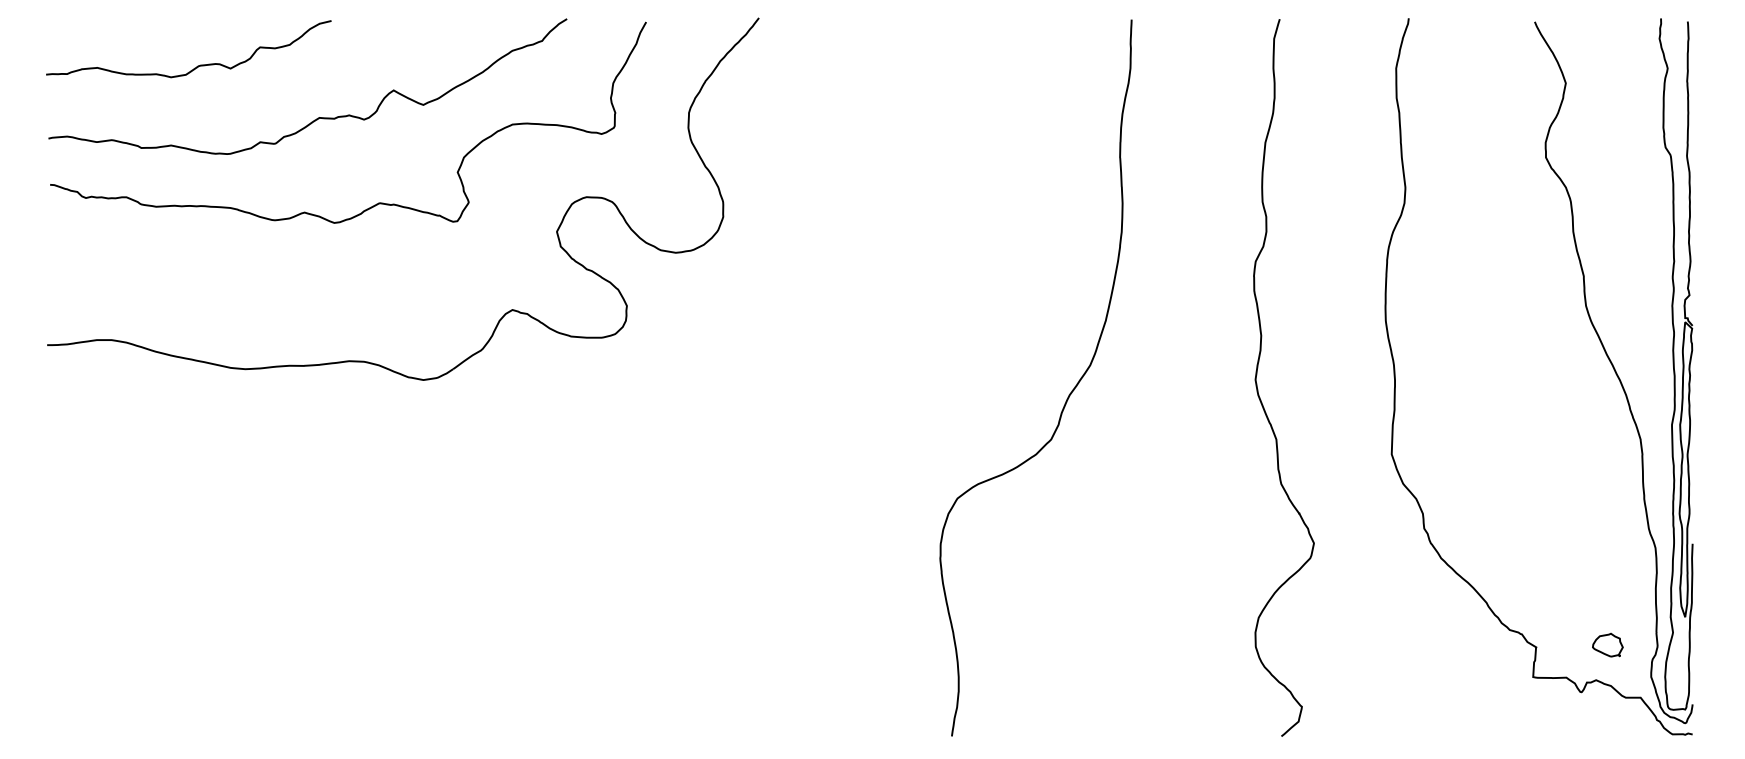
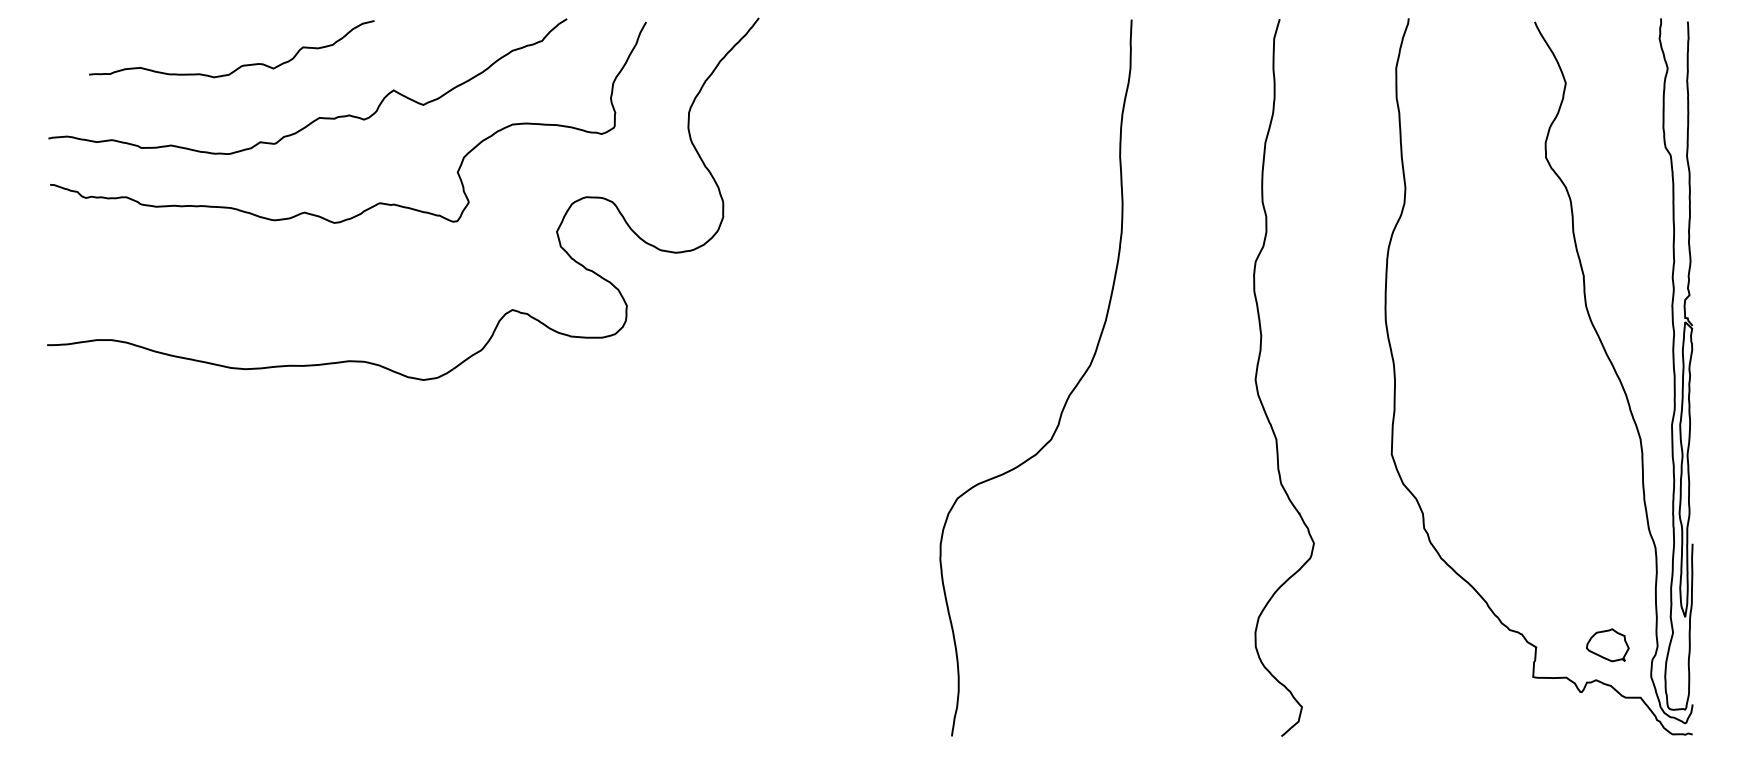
curve at (197, 65) position: (197, 65) -> (240, 65)
part at (1607, 644) size: 32x26 px -> 44x35 px
